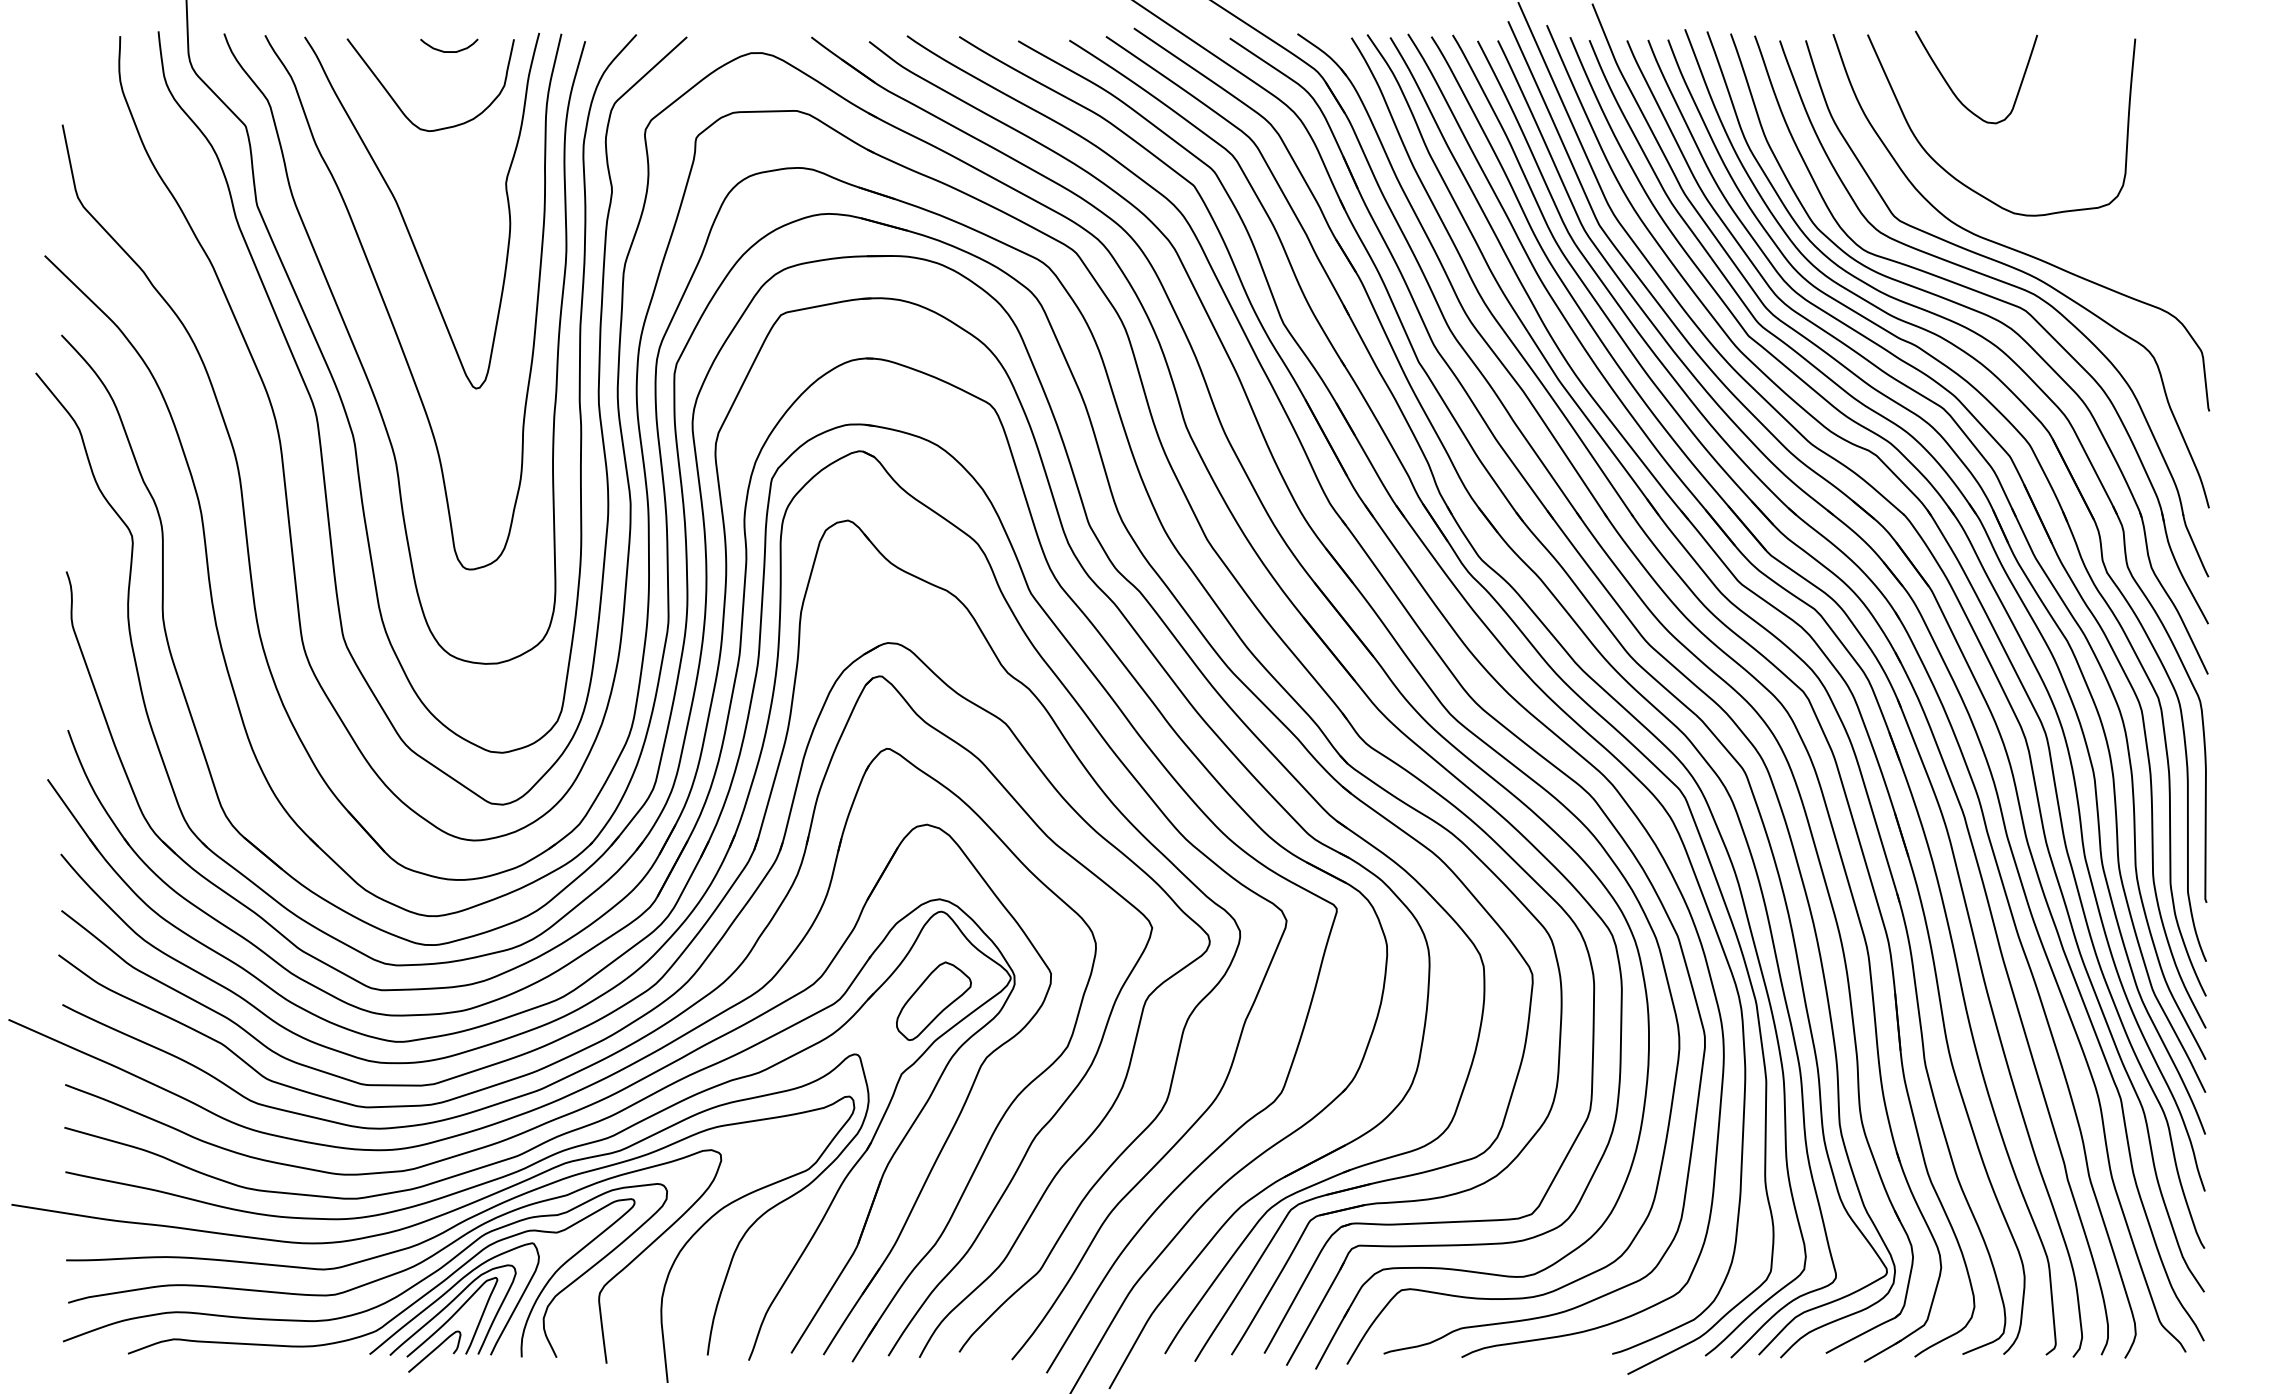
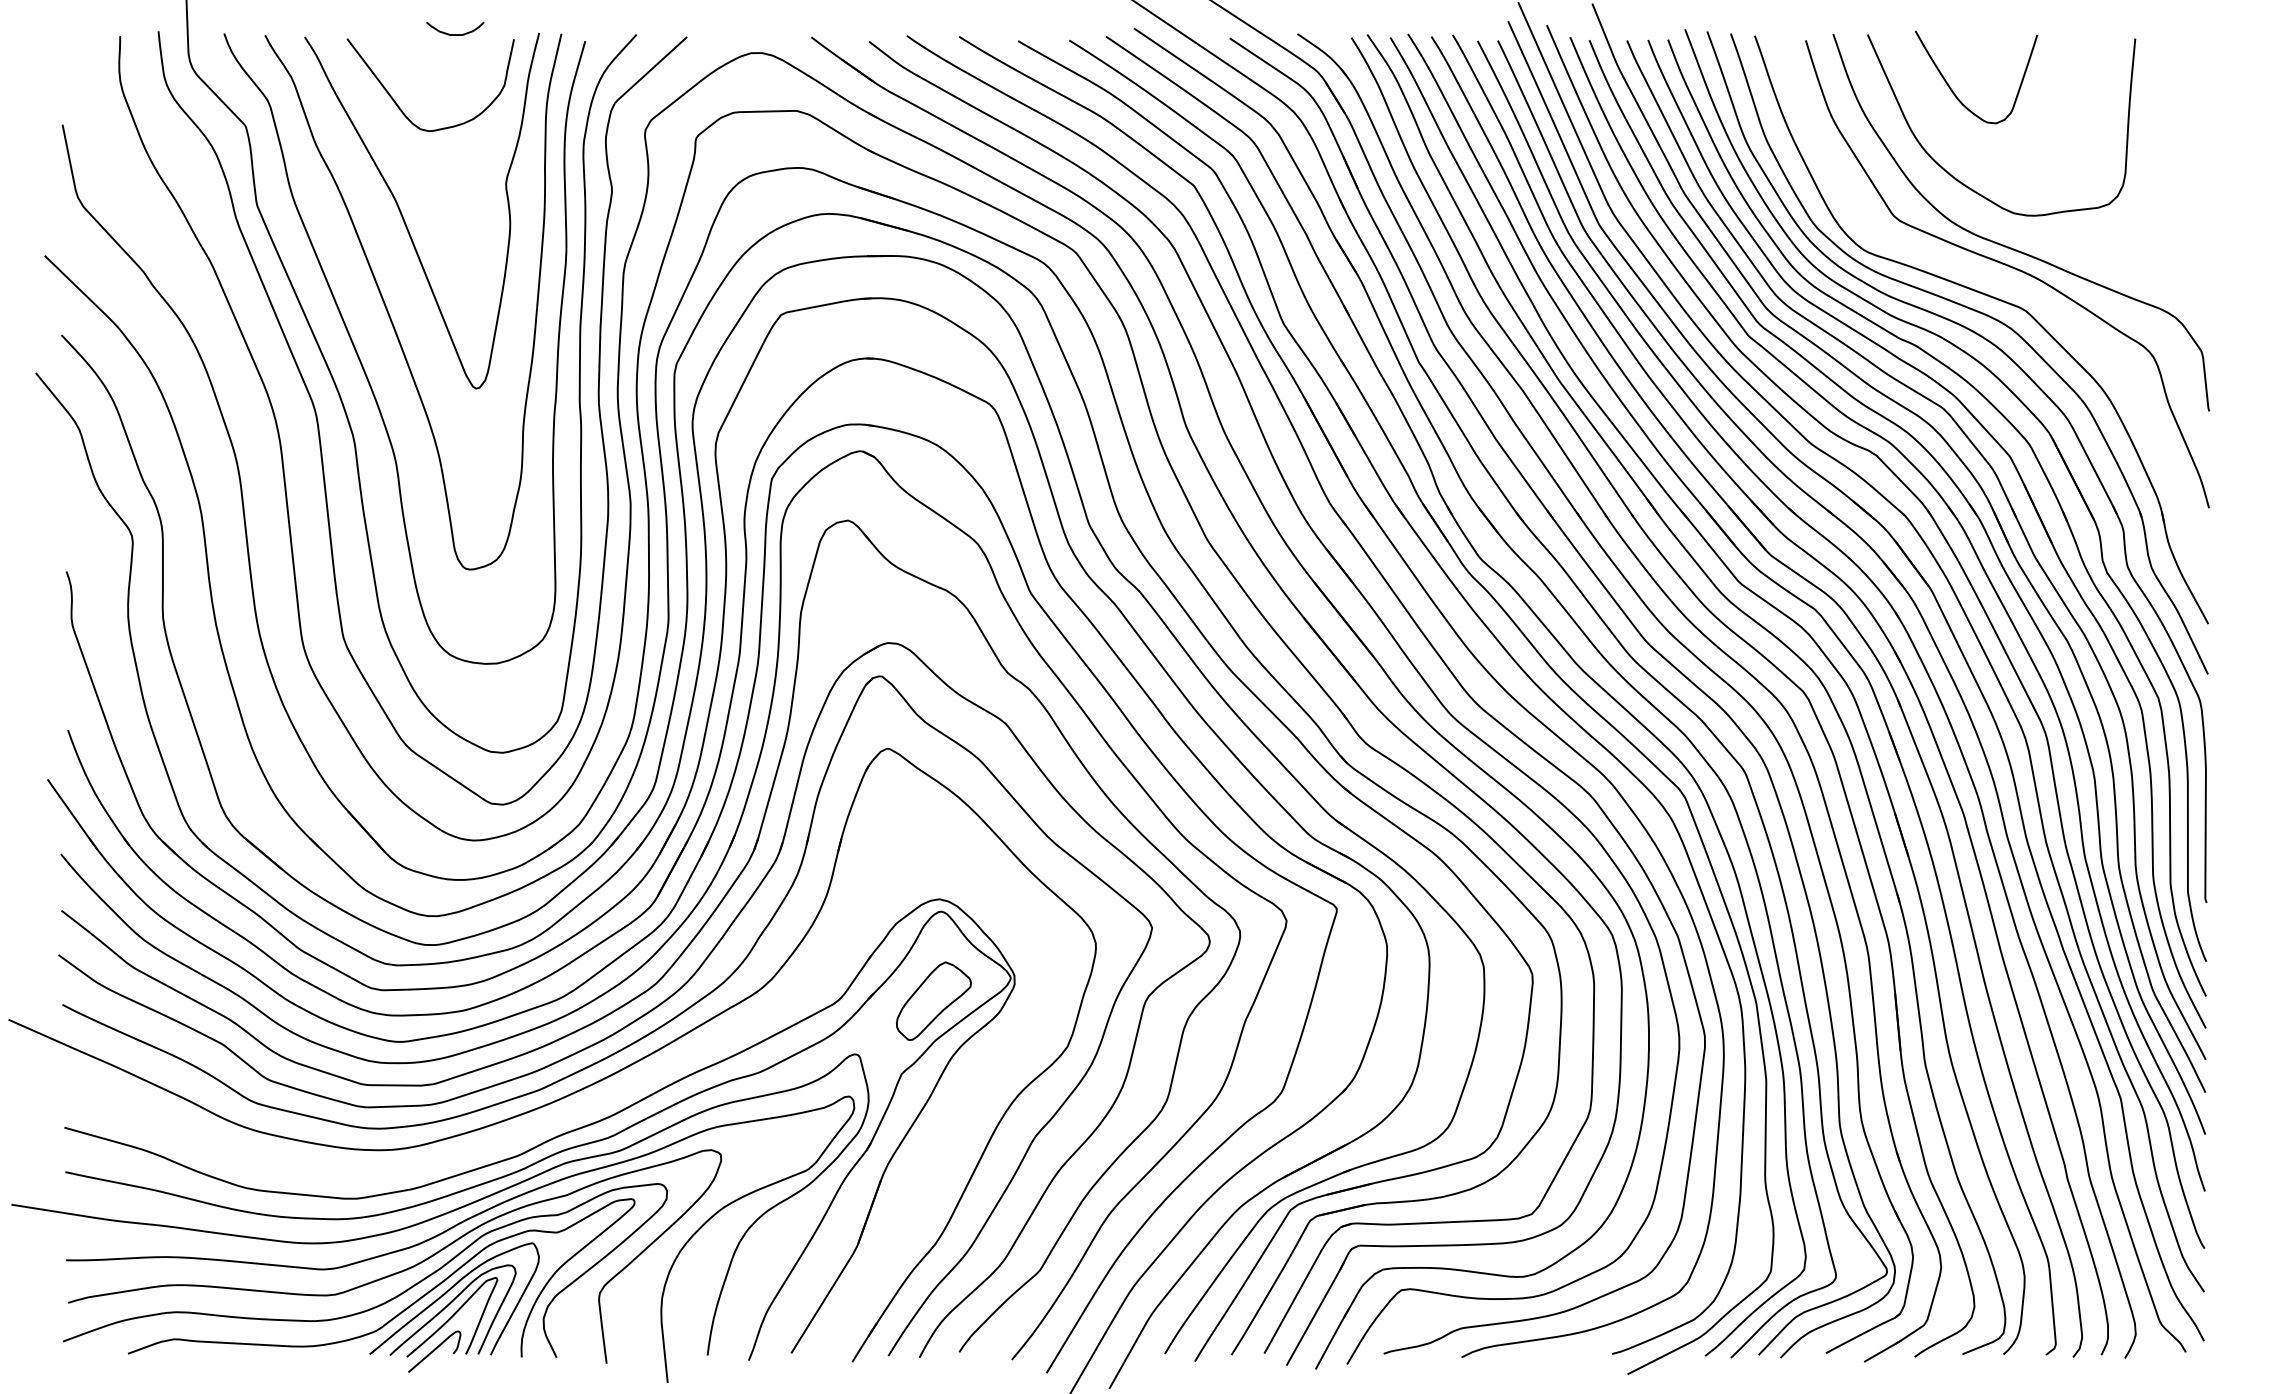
curve at (449, 51) position: (449, 51) -> (455, 34)
part at (2006, 284): present -> none
part at (569, 1112): present -> none
